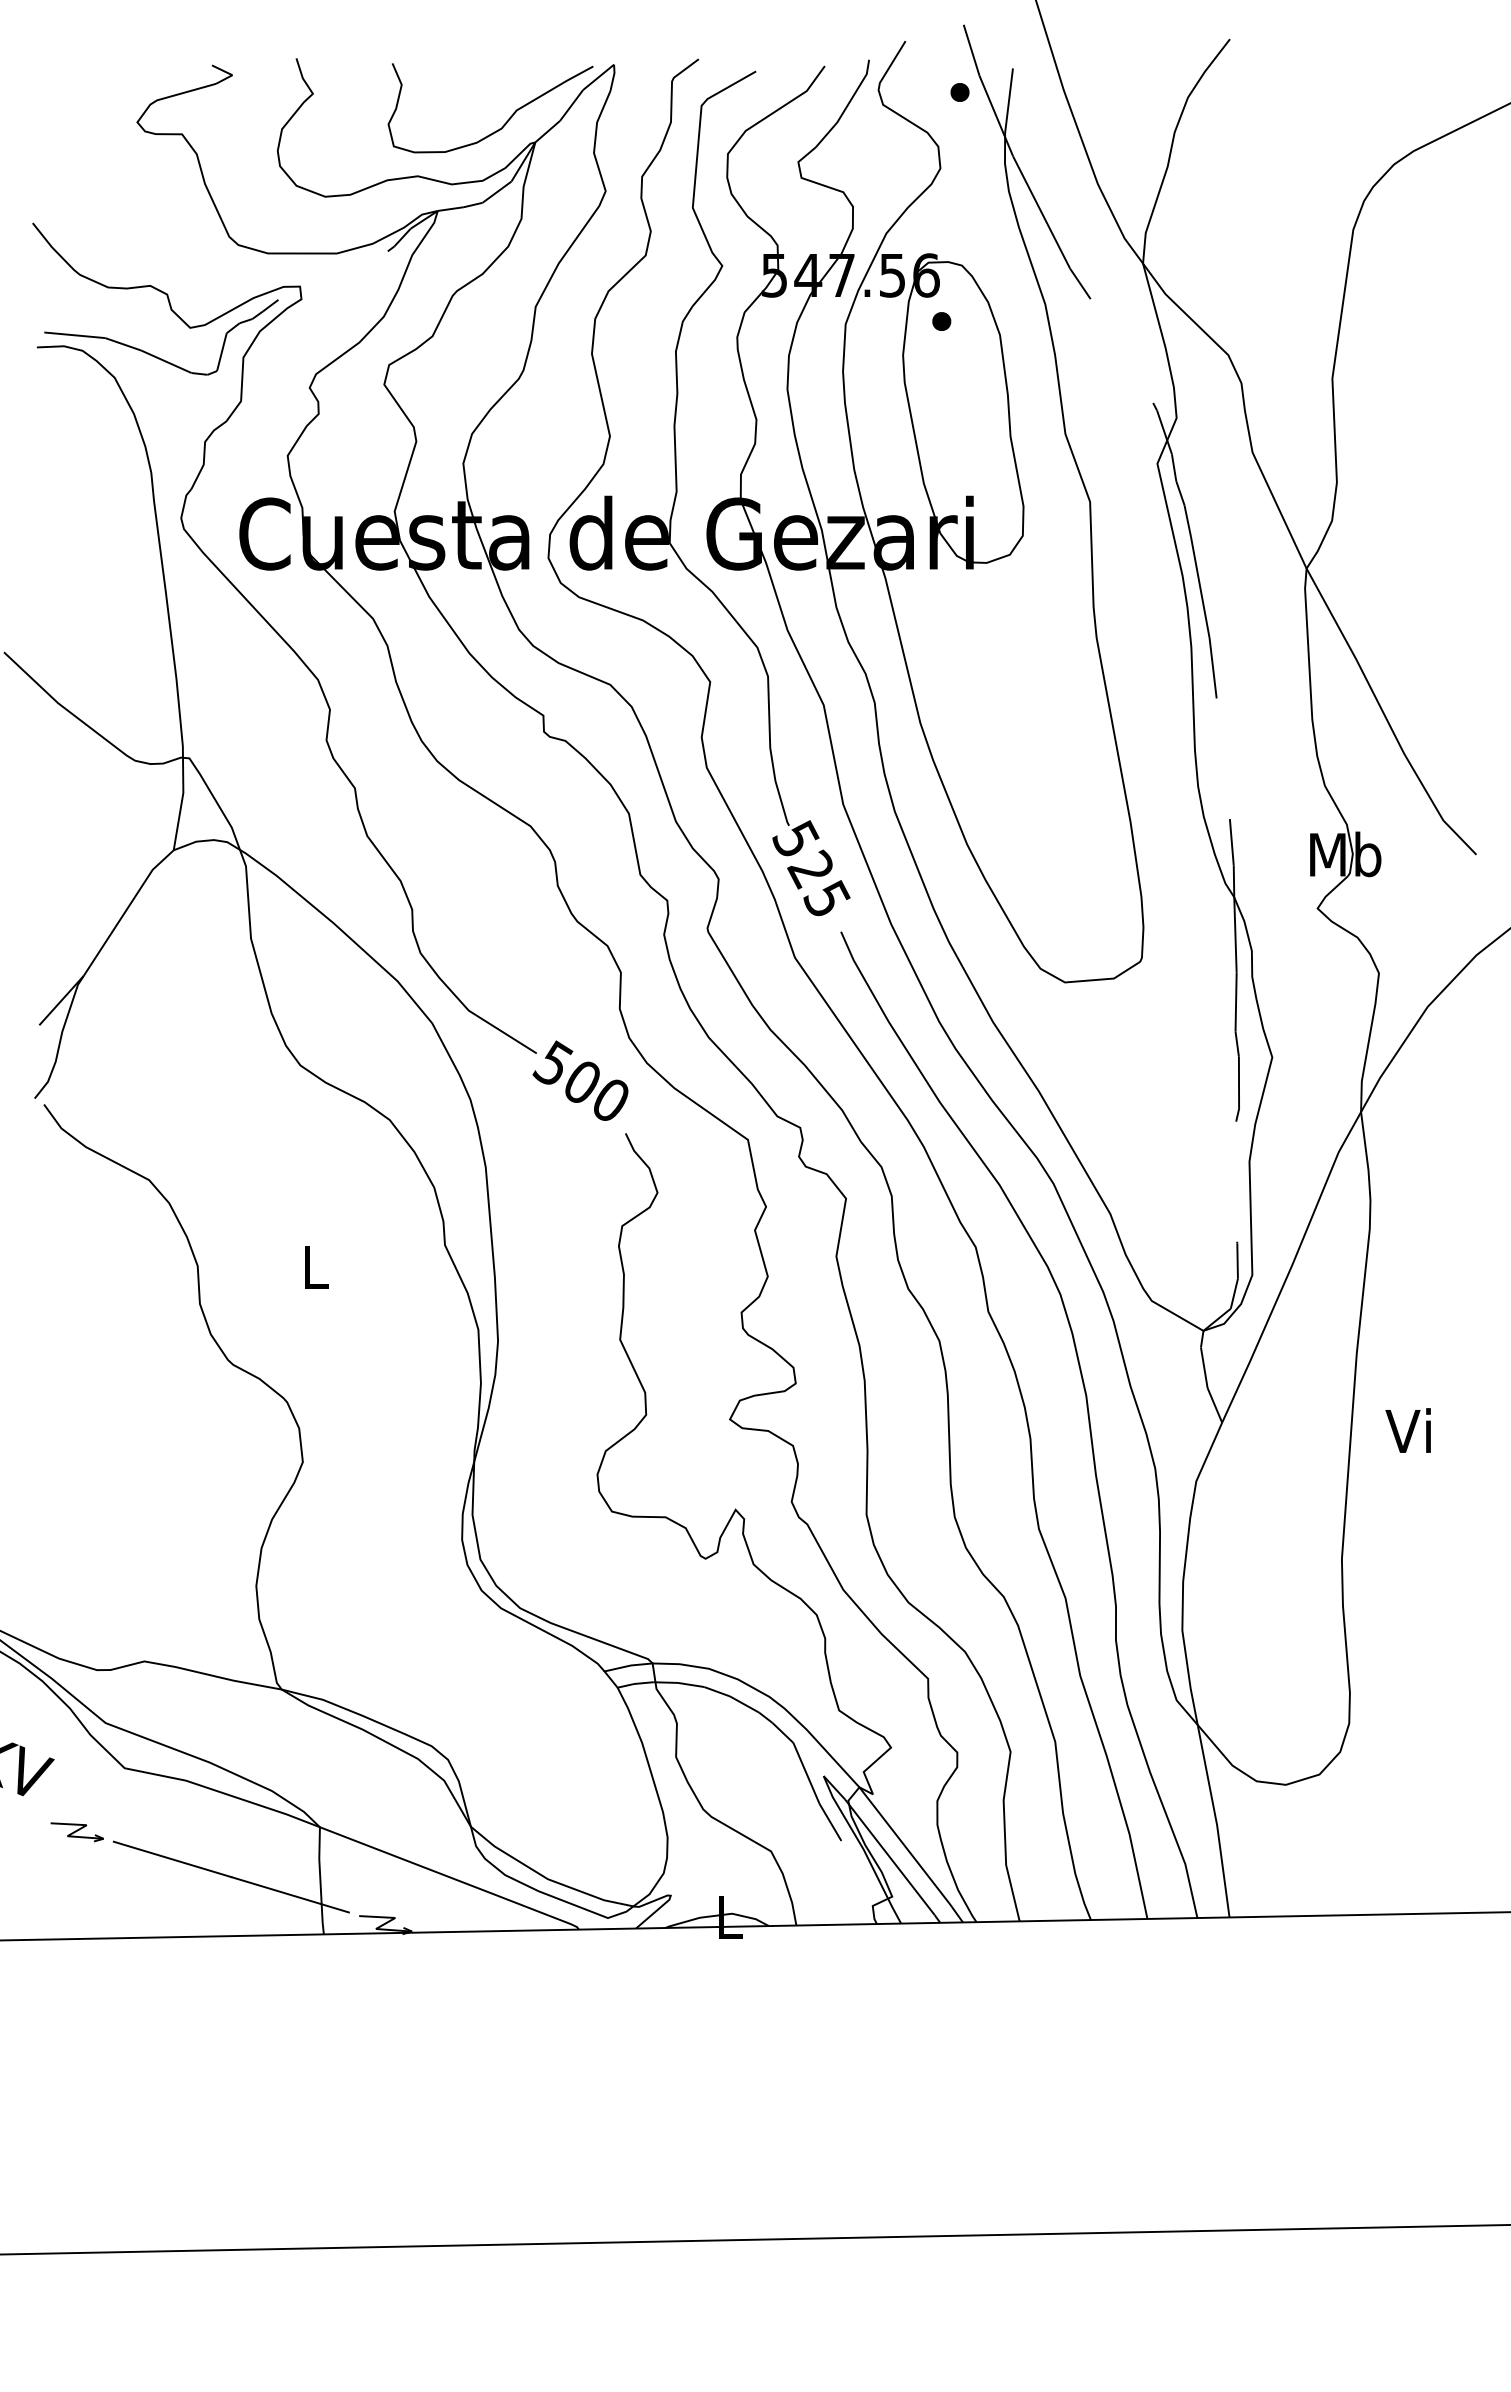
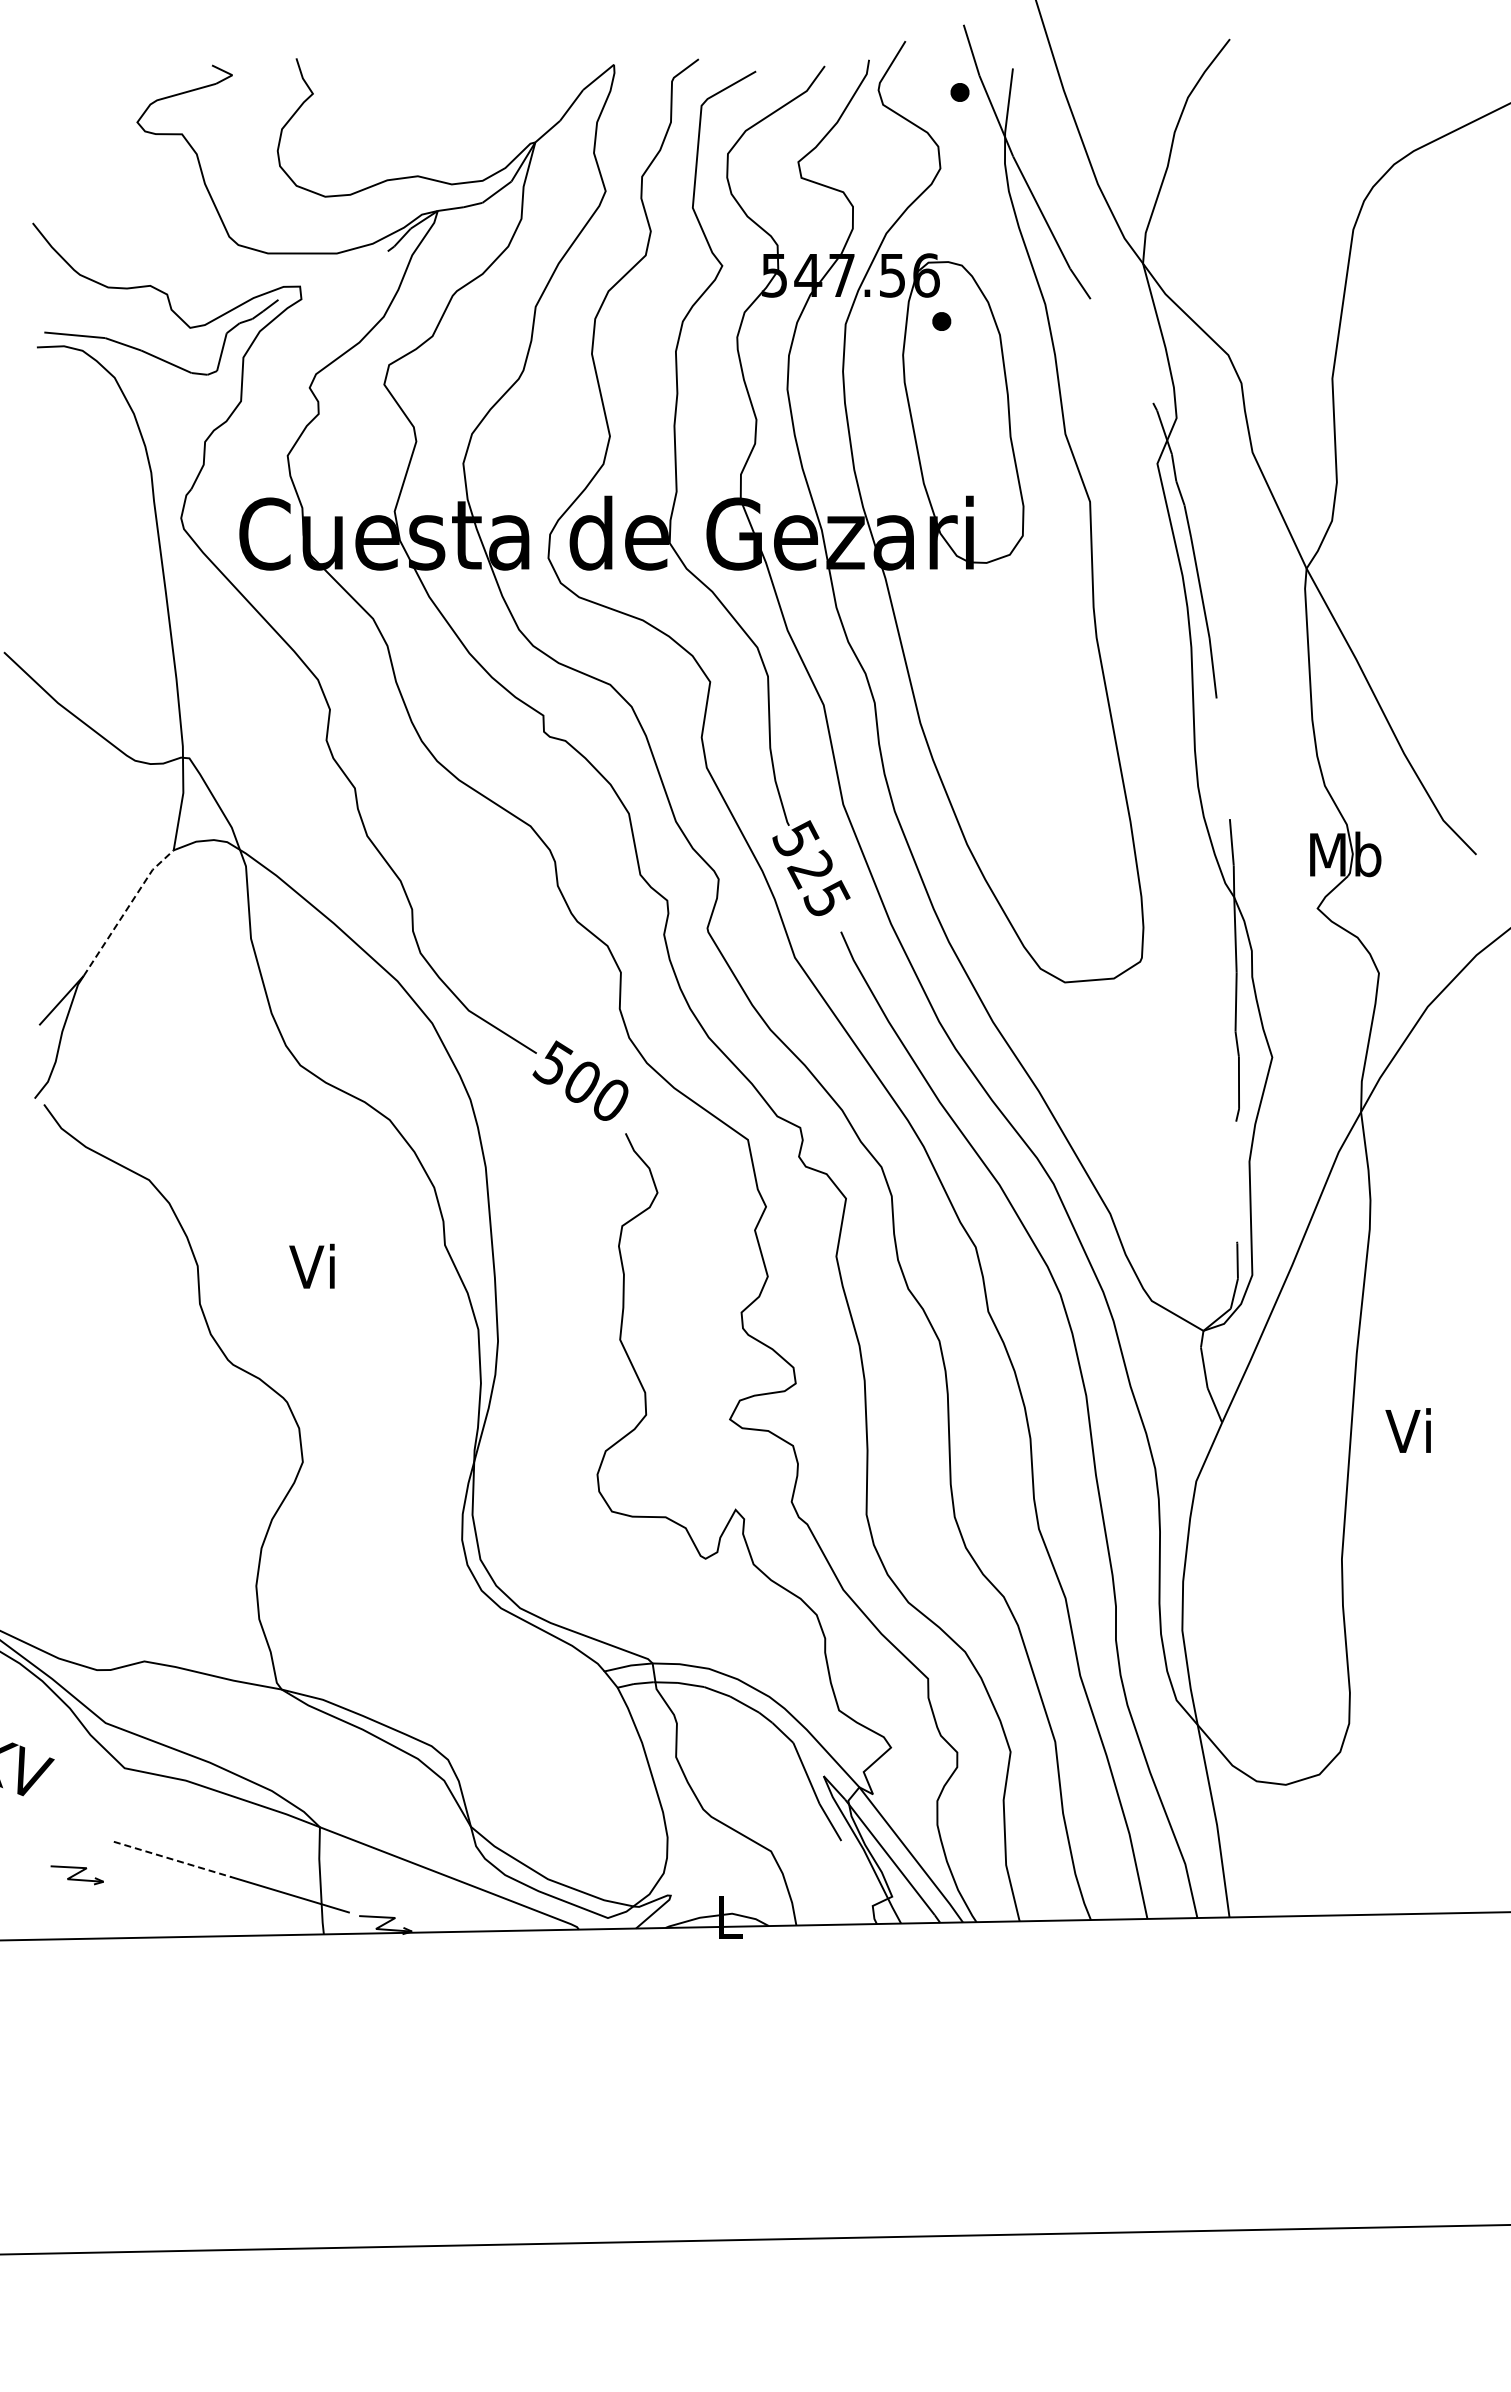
curve at (505, 122): present -> none
line at (126, 909): solid -> dashed
text at (311, 1265): L -> Vi
part at (76, 1832) position: (76, 1832) -> (76, 1875)
line at (173, 1859): solid -> dashed
